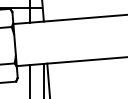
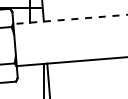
line at (70, 19): solid -> dashed
line at (29, 80): present -> none
